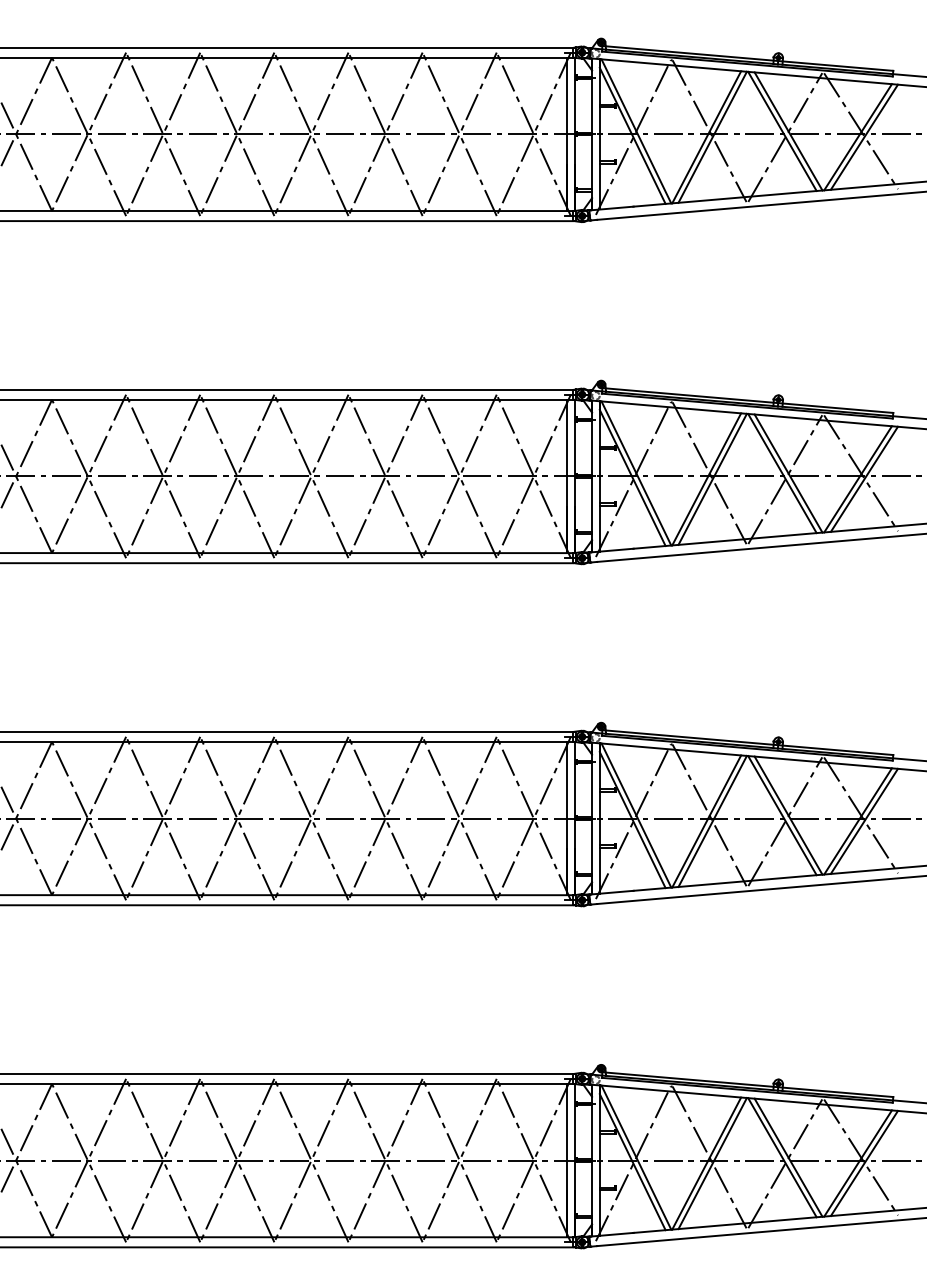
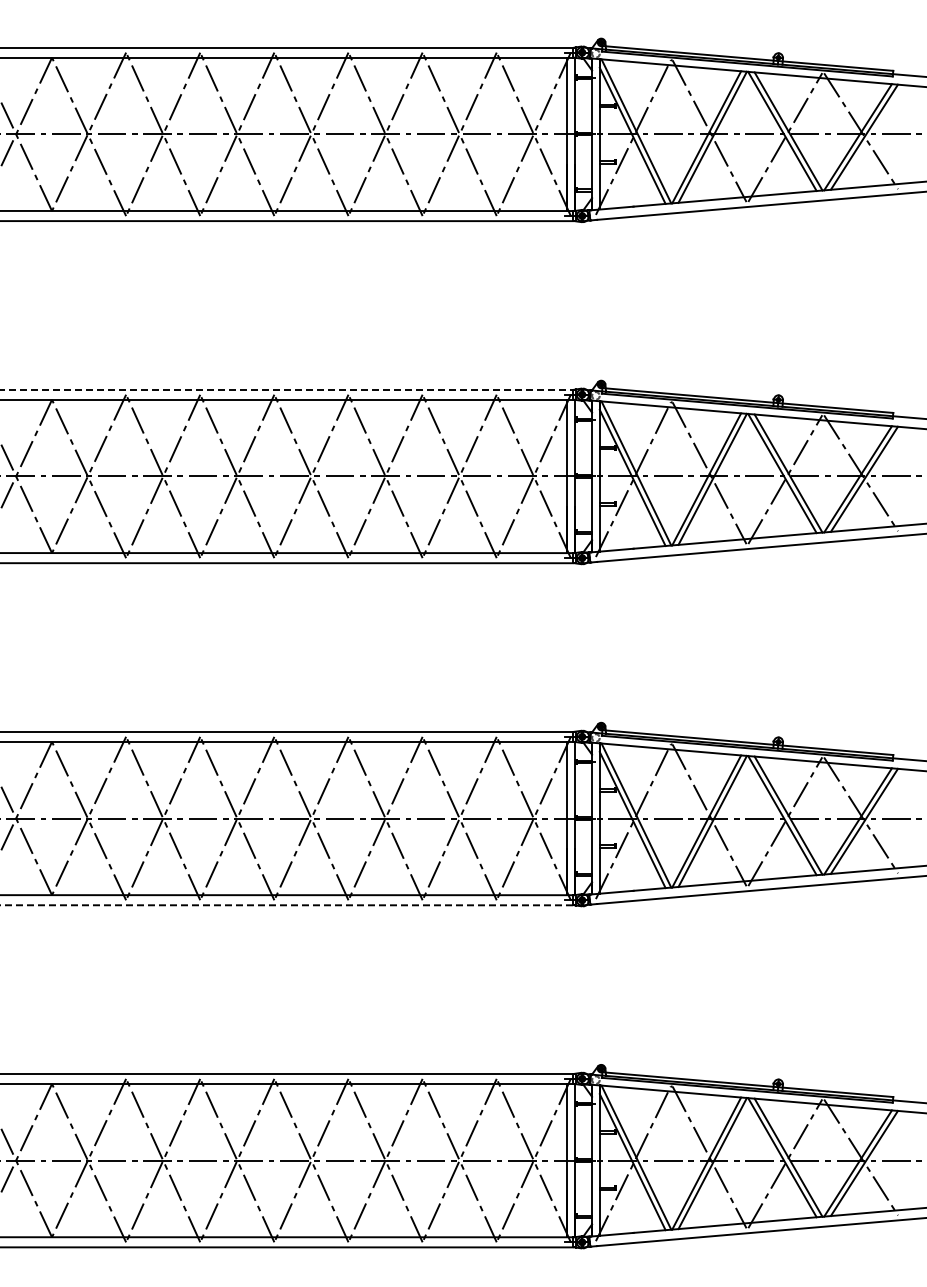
line at (287, 389): solid -> dashed
line at (286, 905): solid -> dashed
